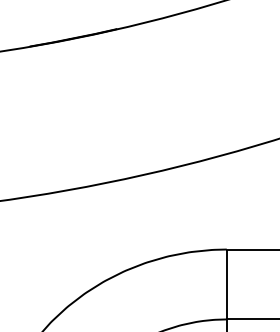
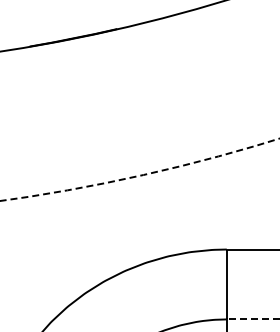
arc at (142, 175): solid -> dashed
line at (252, 319): solid -> dashed
